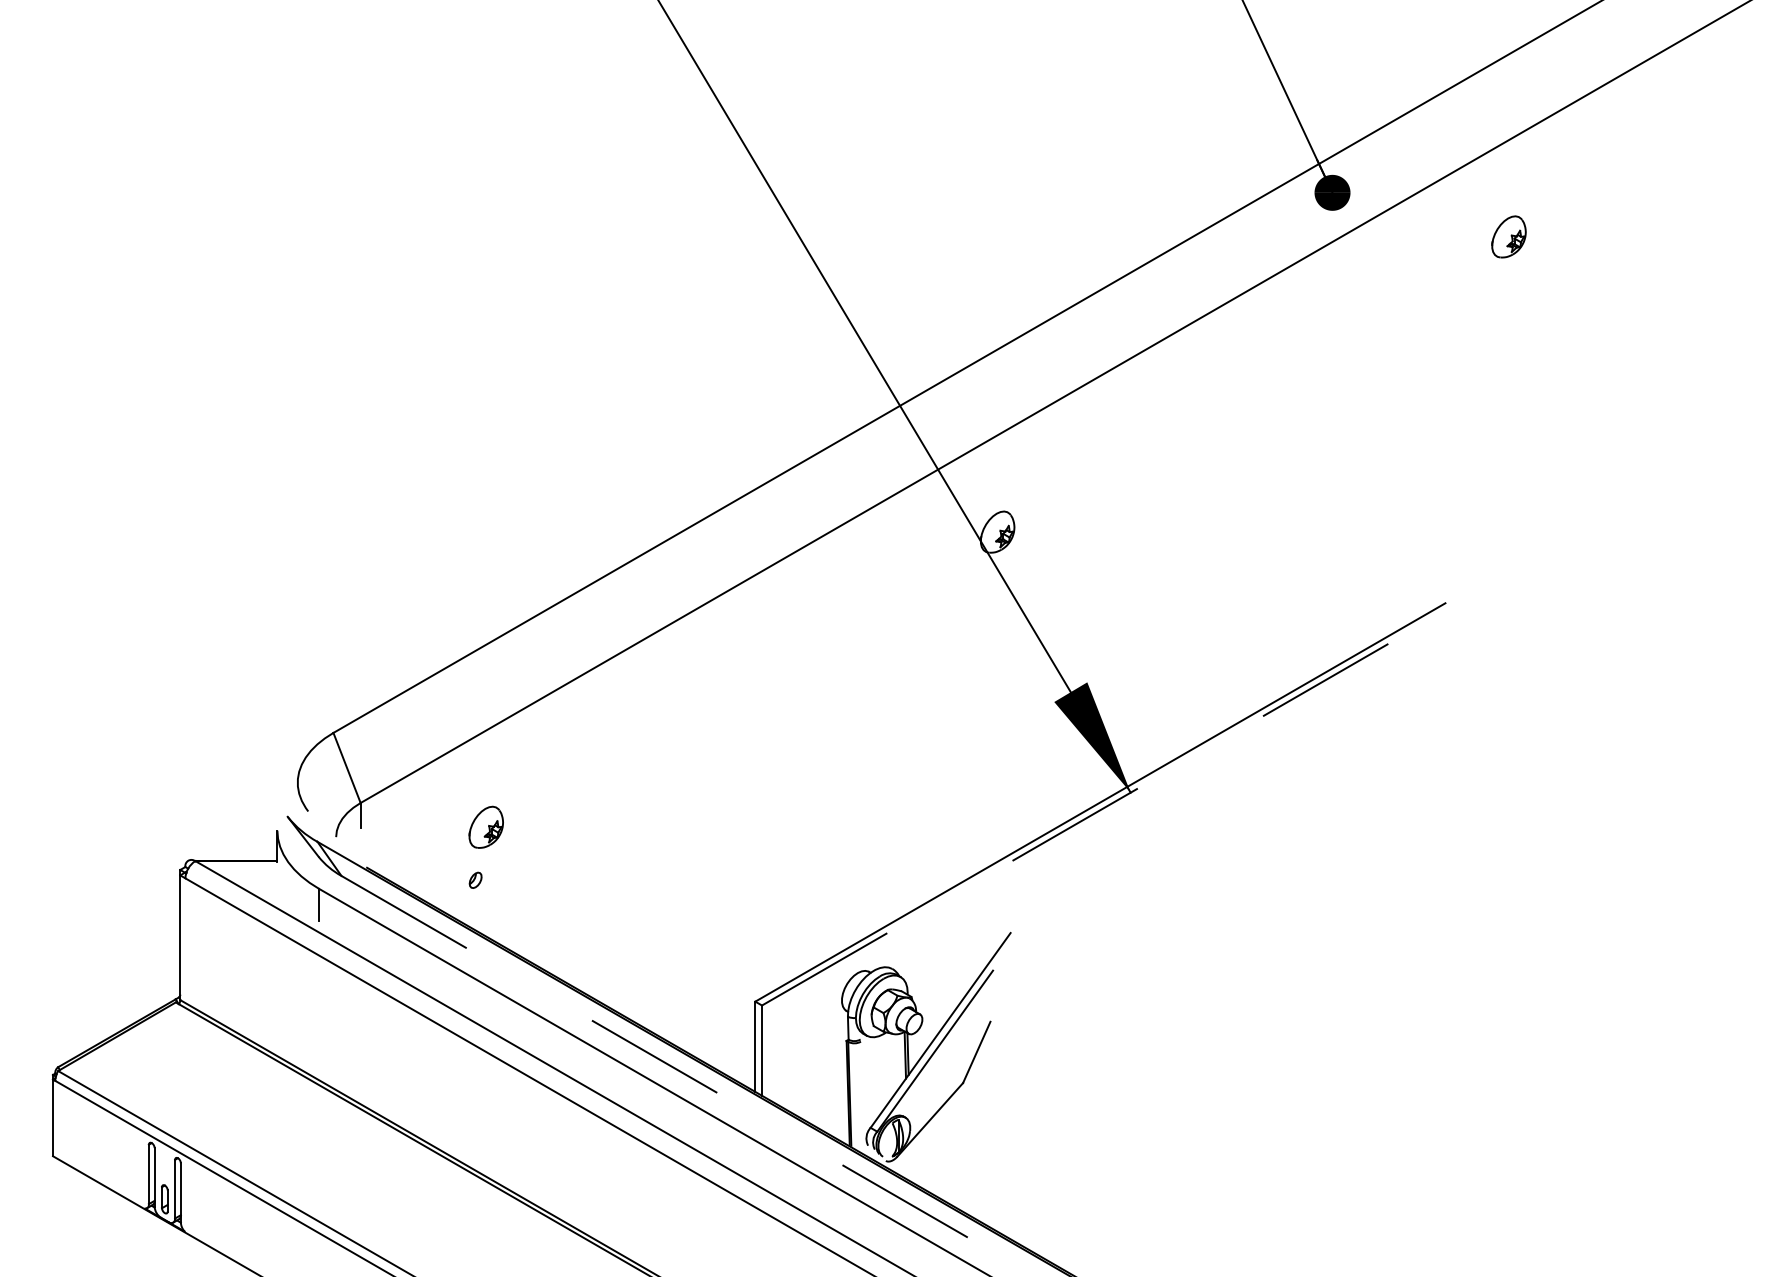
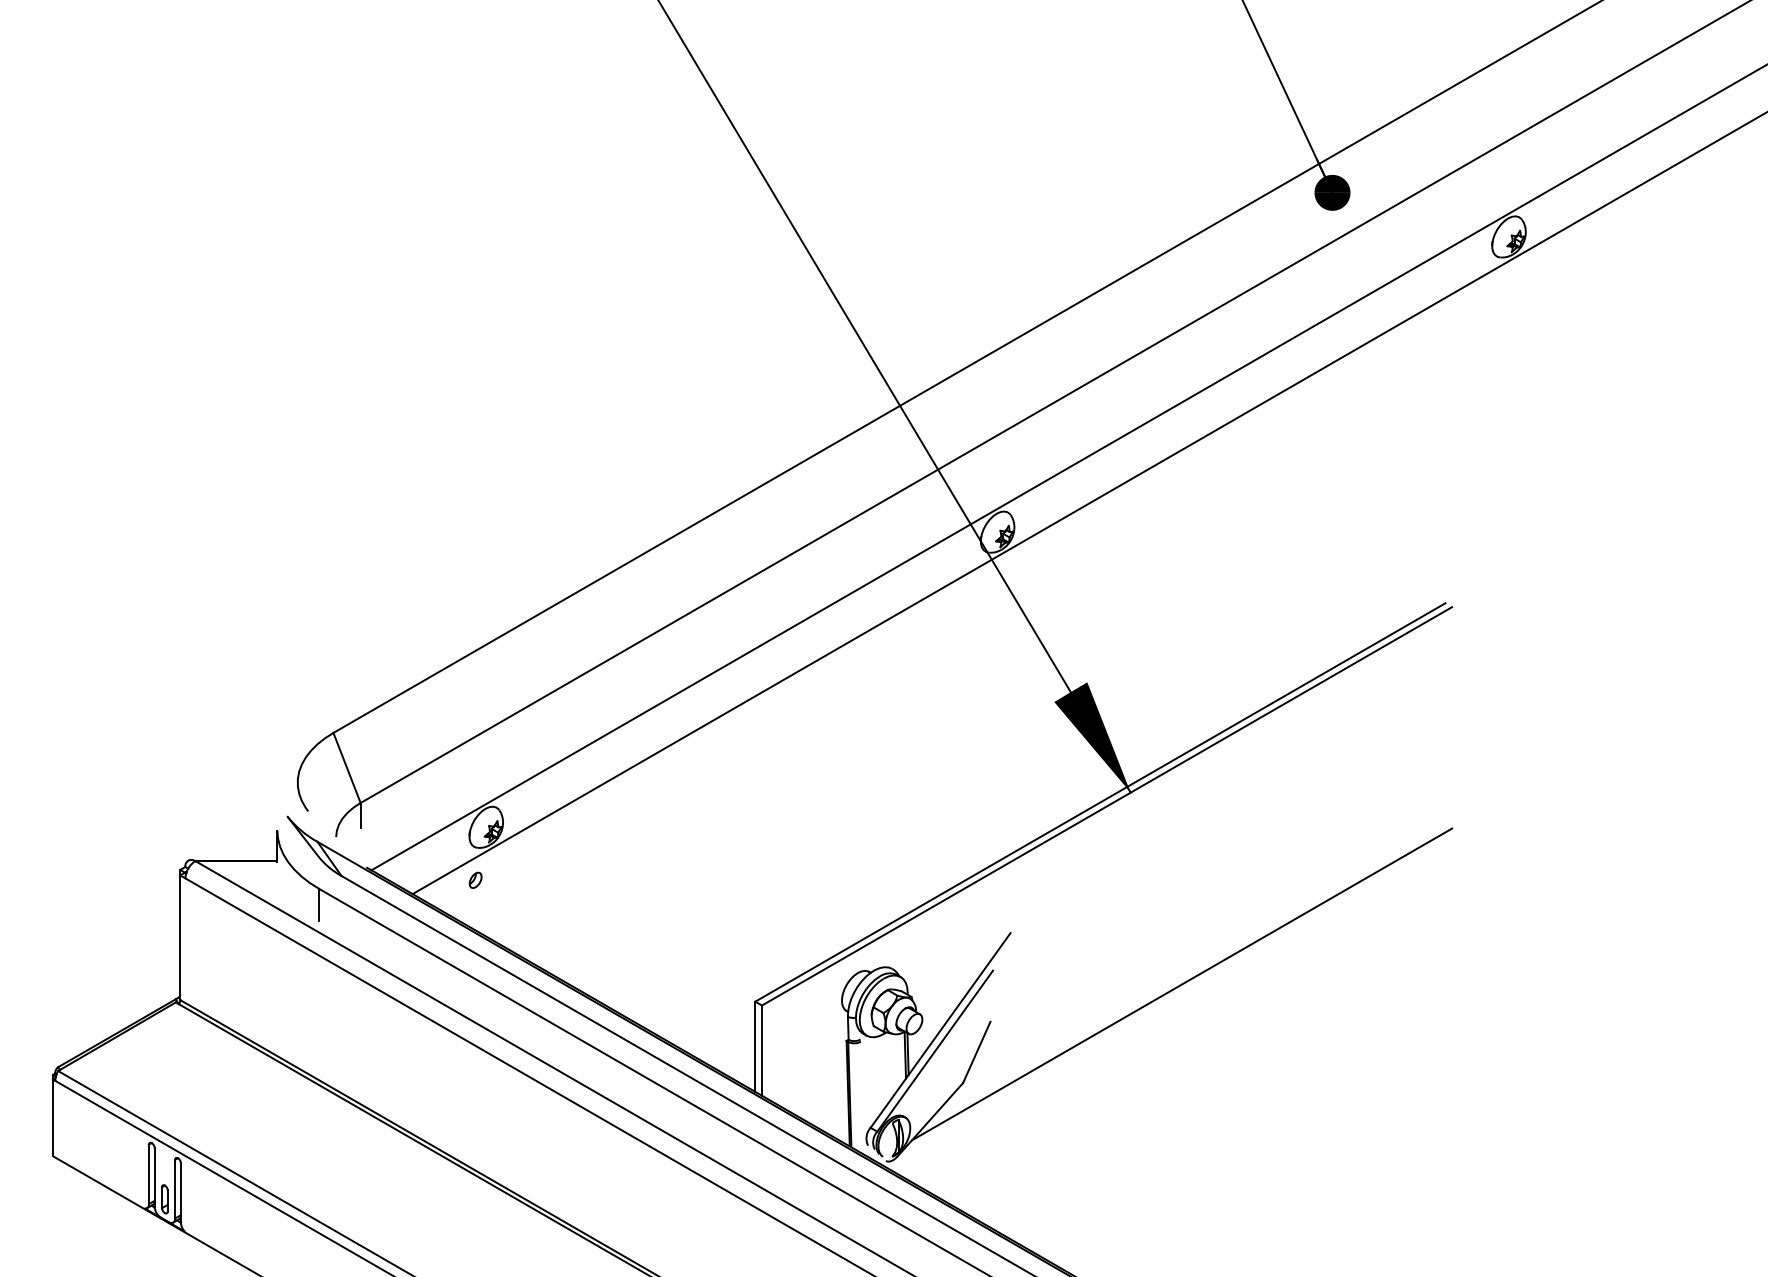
line at (1067, 468): none -> present
line at (1088, 503): none -> present
line at (1107, 806): dashed -> solid
line at (1181, 984): none -> present
line at (688, 1076): dashed -> solid
